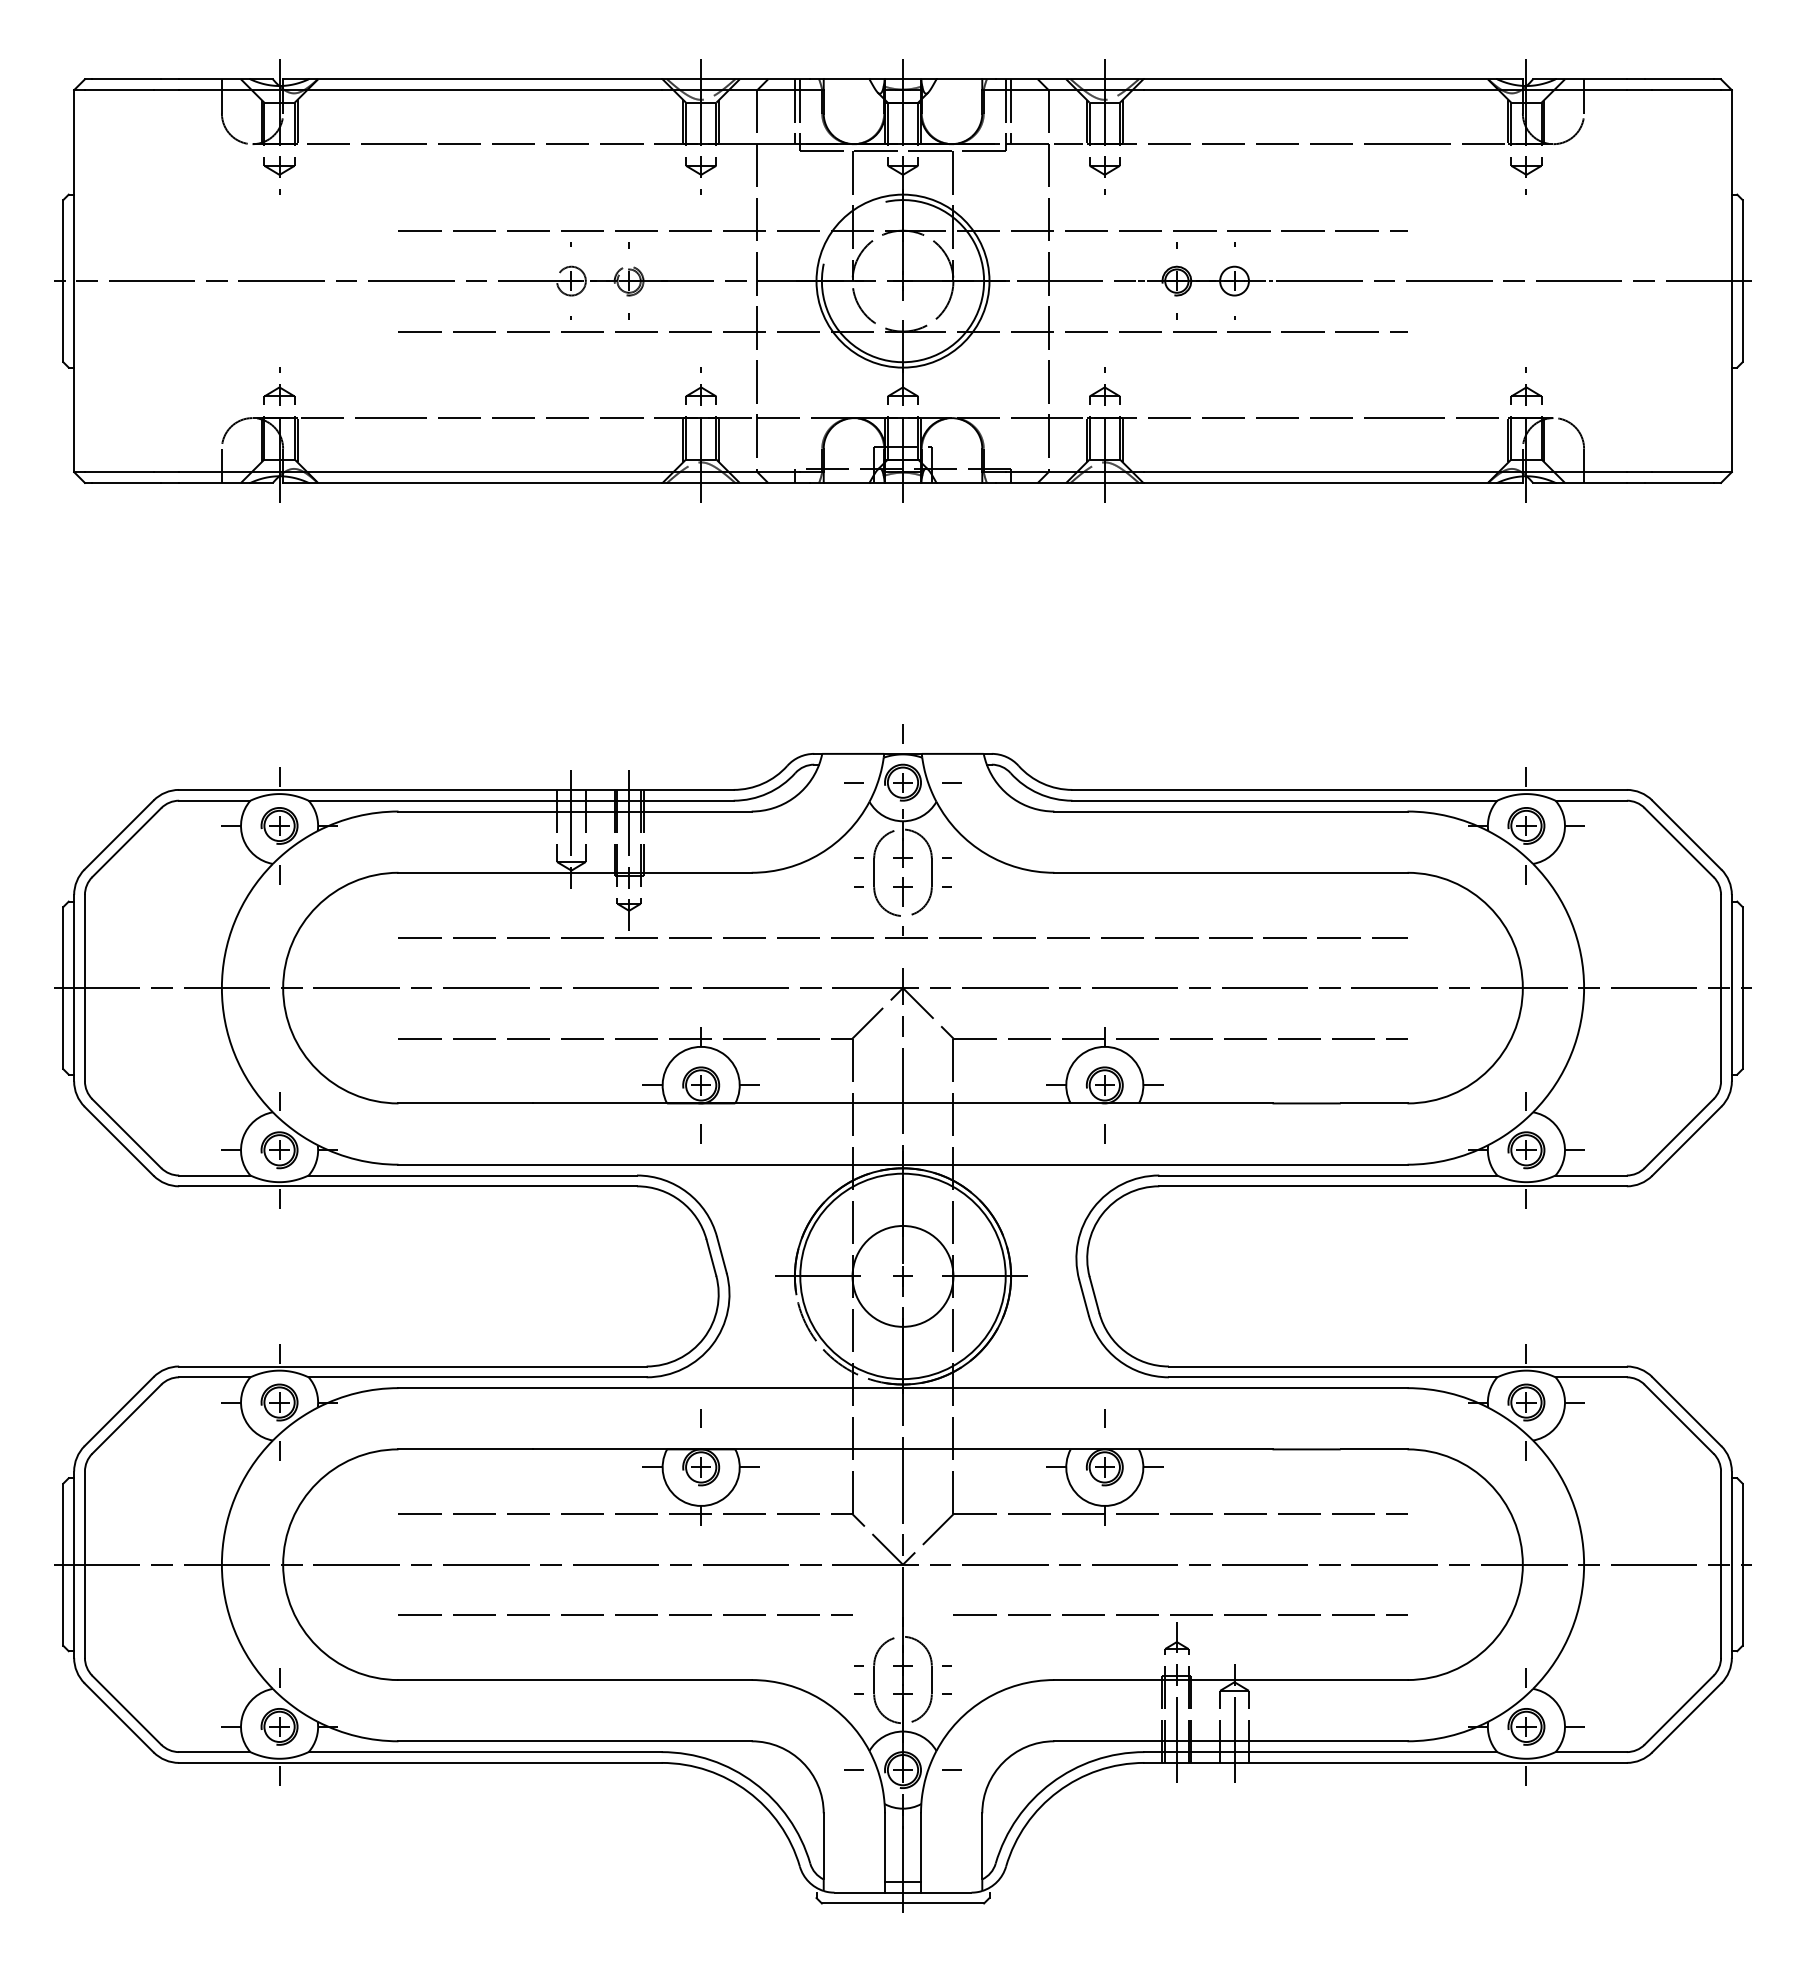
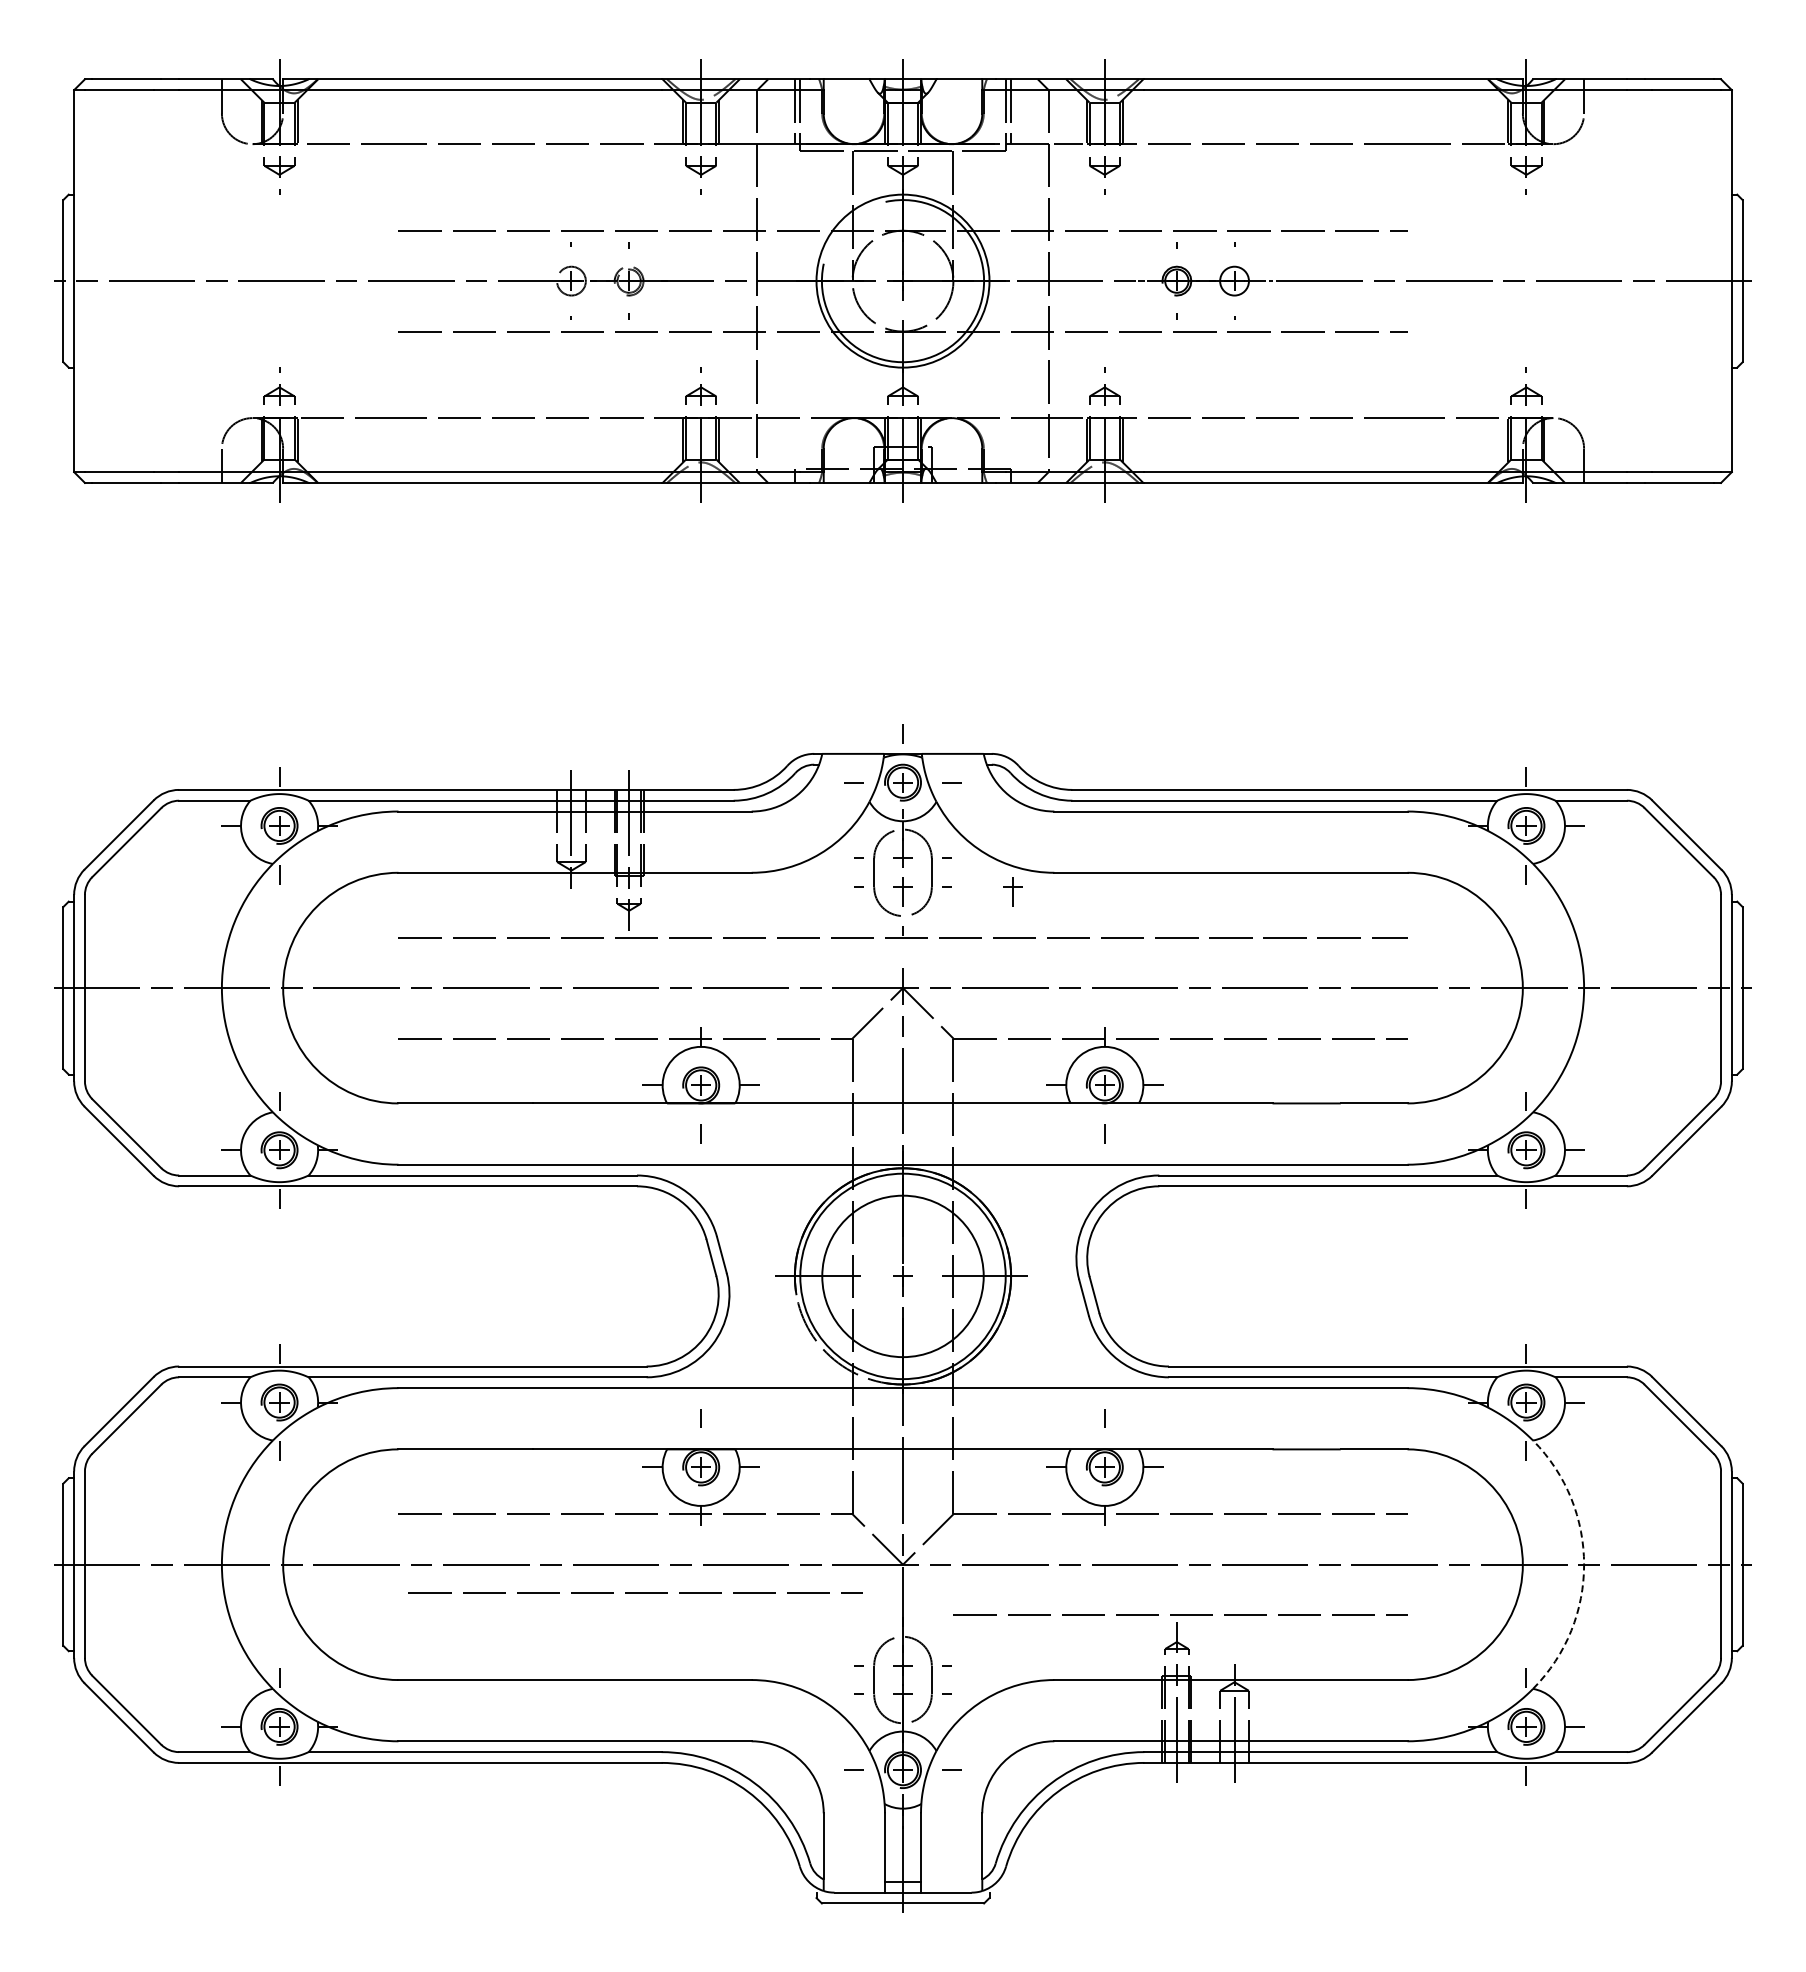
part at (1012, 891): none -> present
circle at (902, 1275) diameter: 101 px -> 161 px
arc at (1584, 1564): solid -> dashed
line at (625, 1614) position: (625, 1614) -> (635, 1592)
